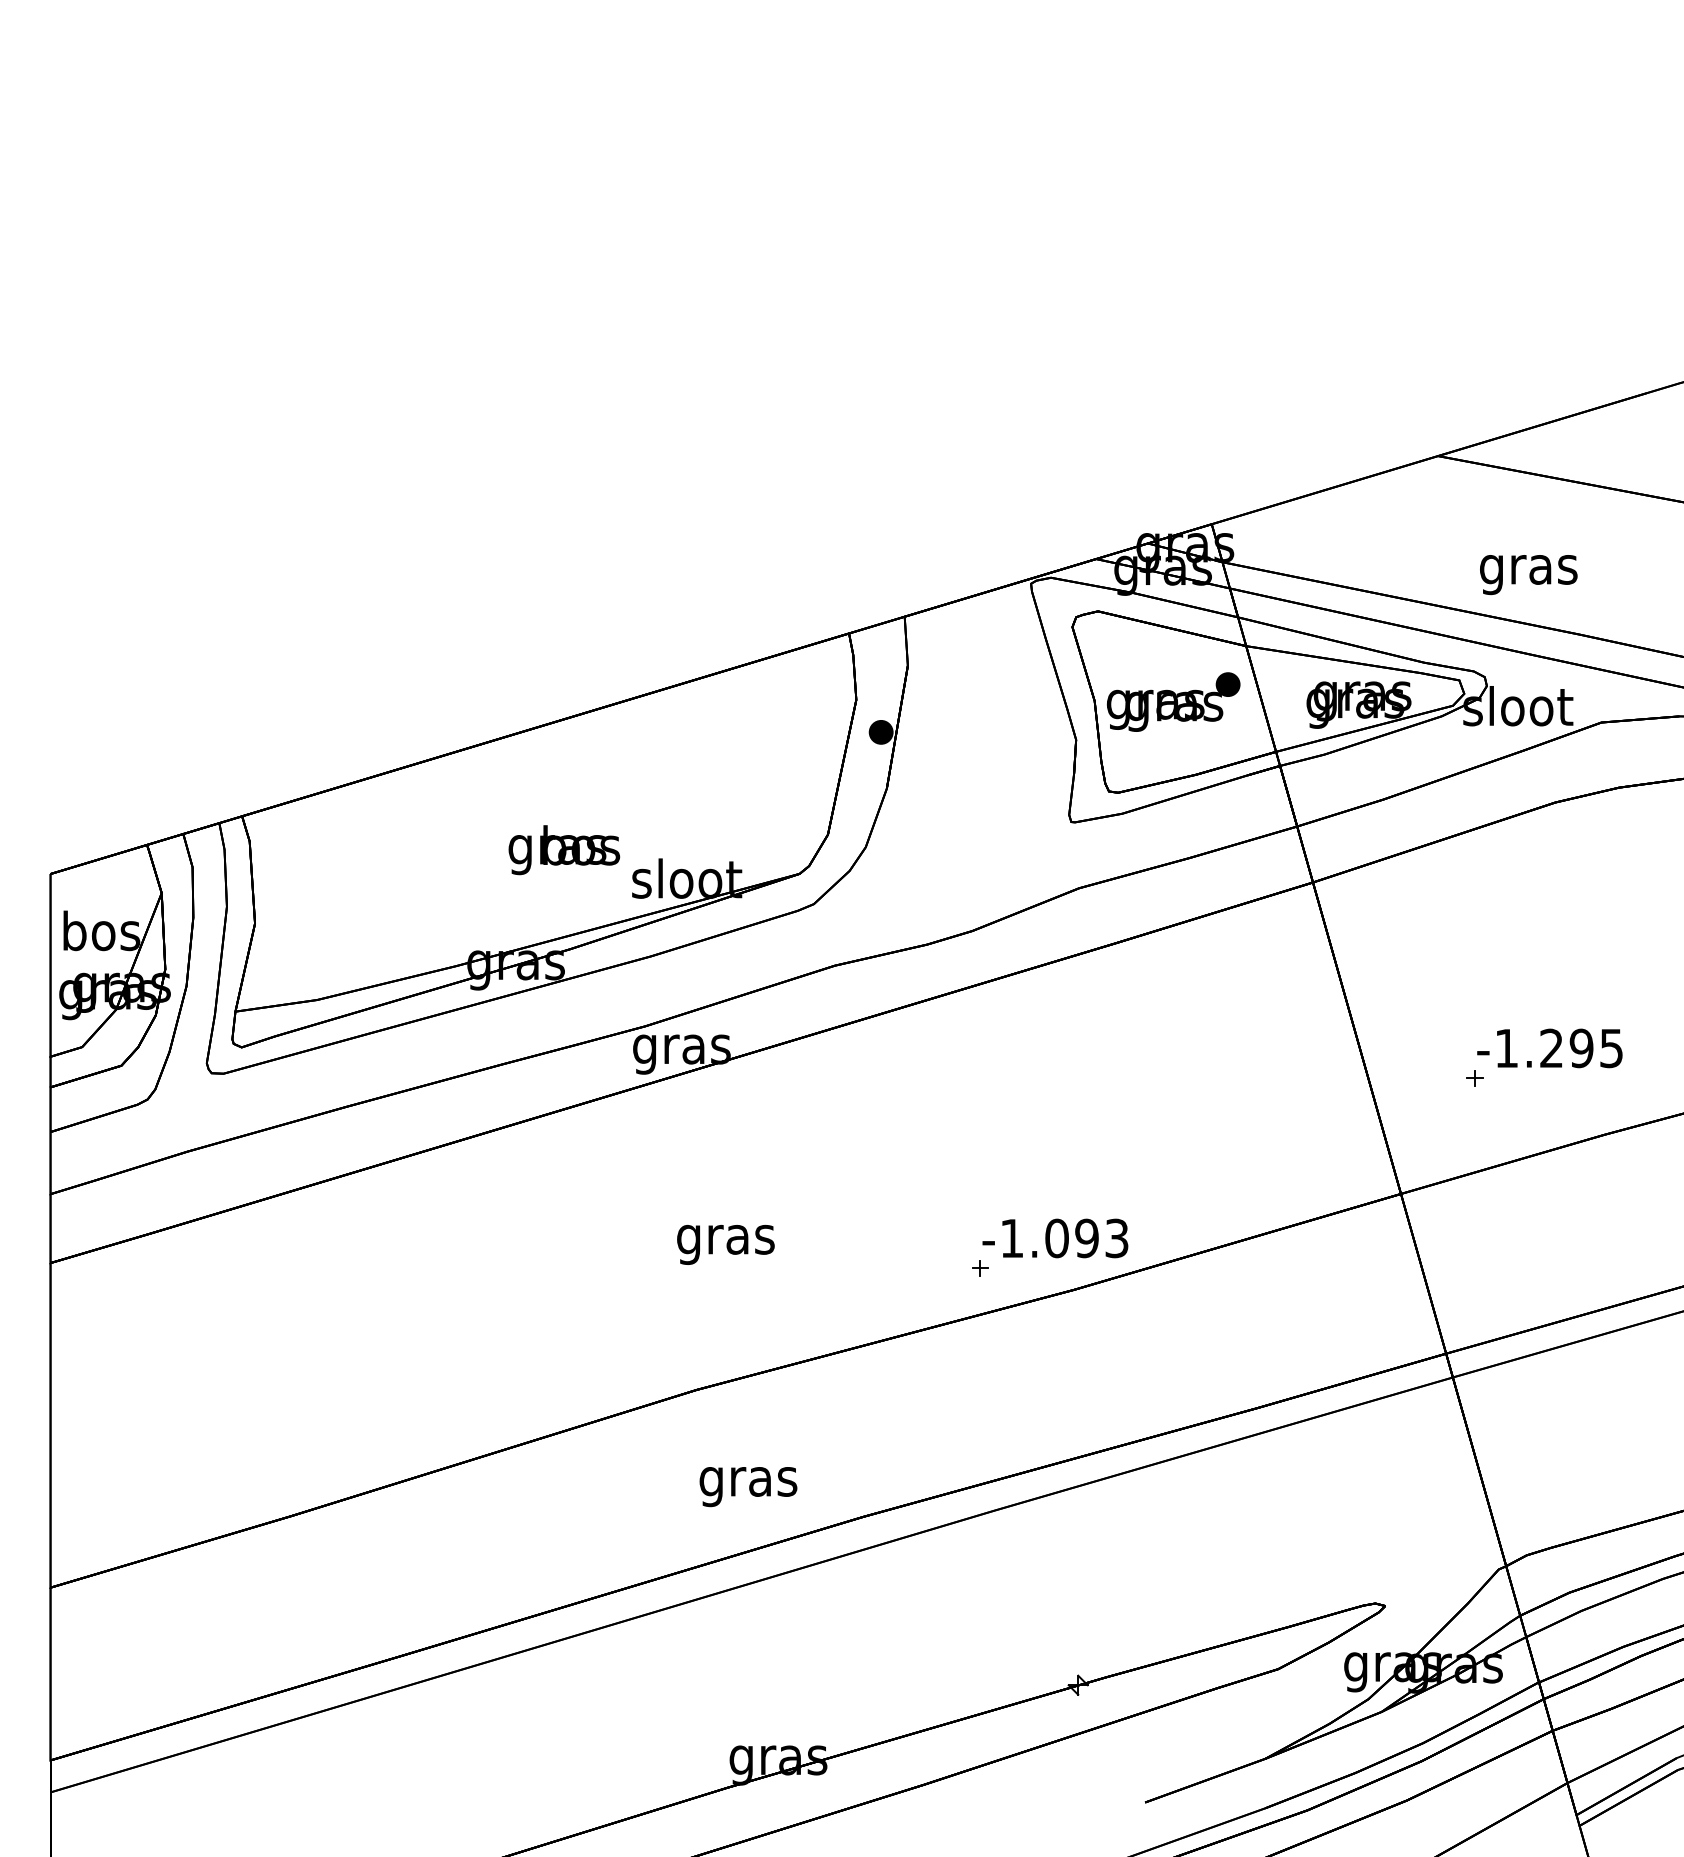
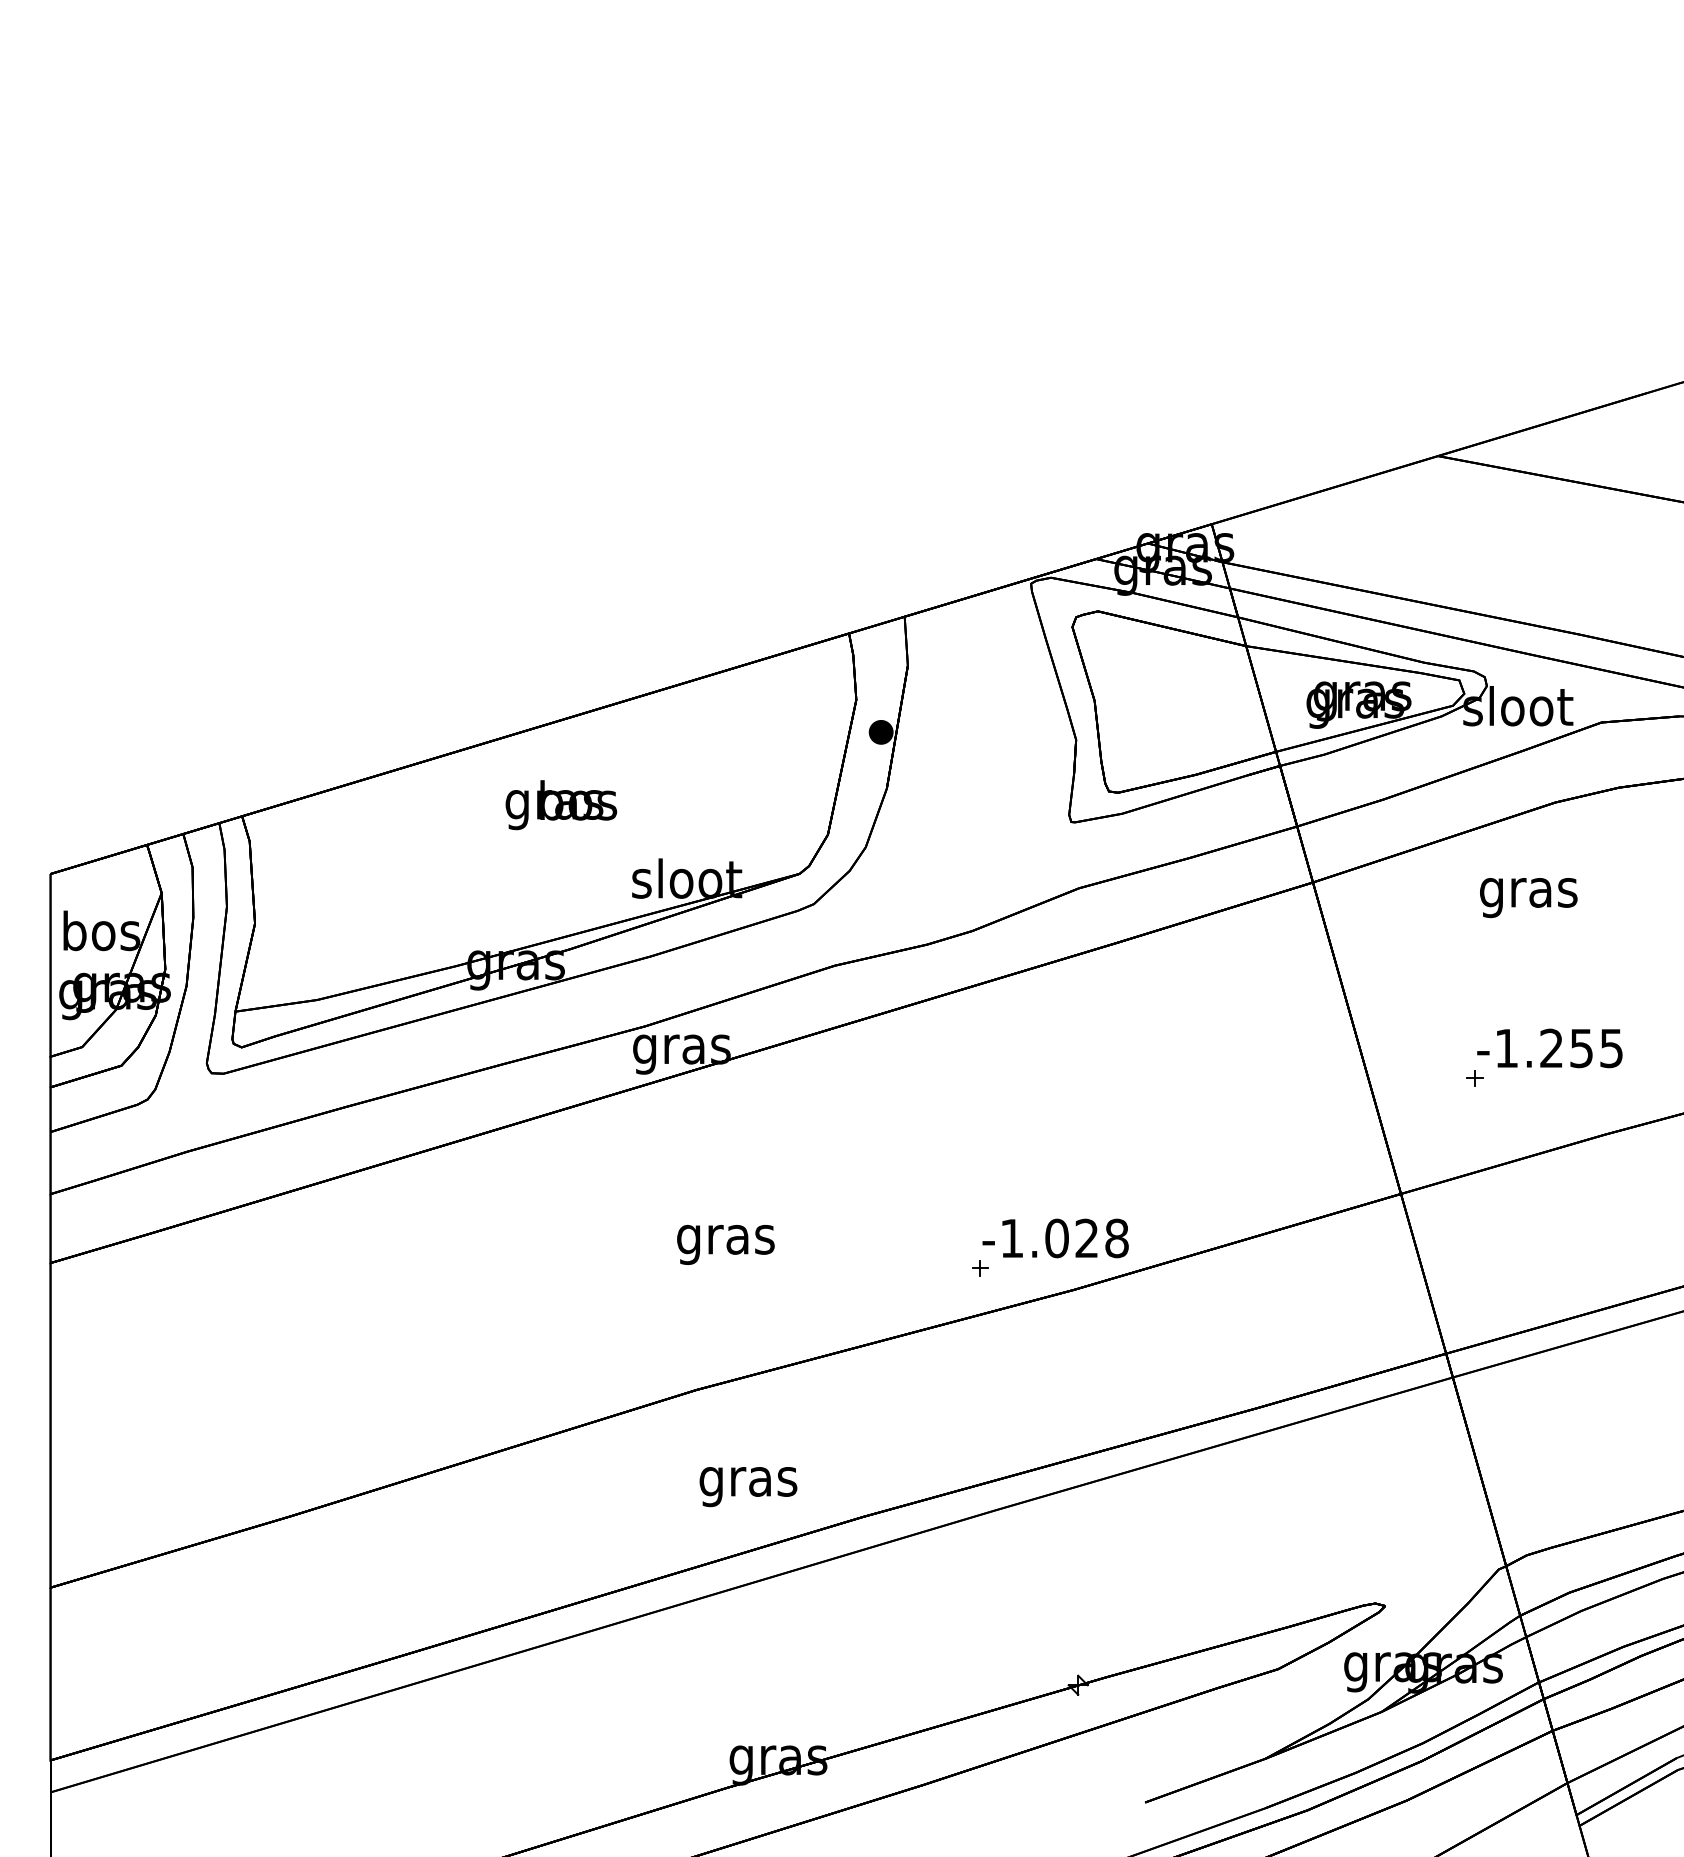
text at (1528, 575) position: (1528, 575) -> (1528, 898)
part at (1173, 701): present -> none
text at (564, 850) position: (564, 850) -> (561, 805)
text at (1581, 1047): -1.295 -> -1.255
text at (1101, 1238): -1.093 -> -1.028
